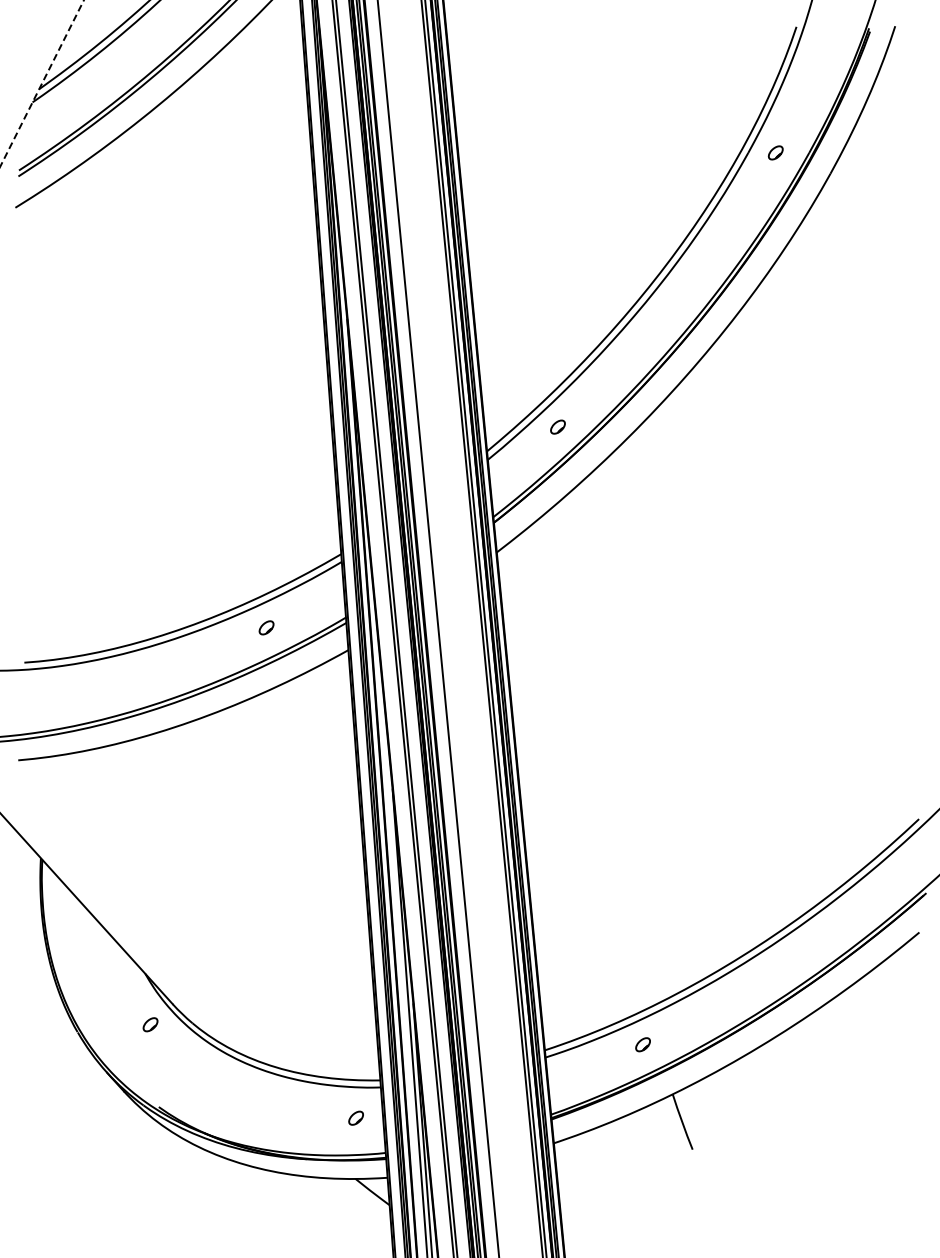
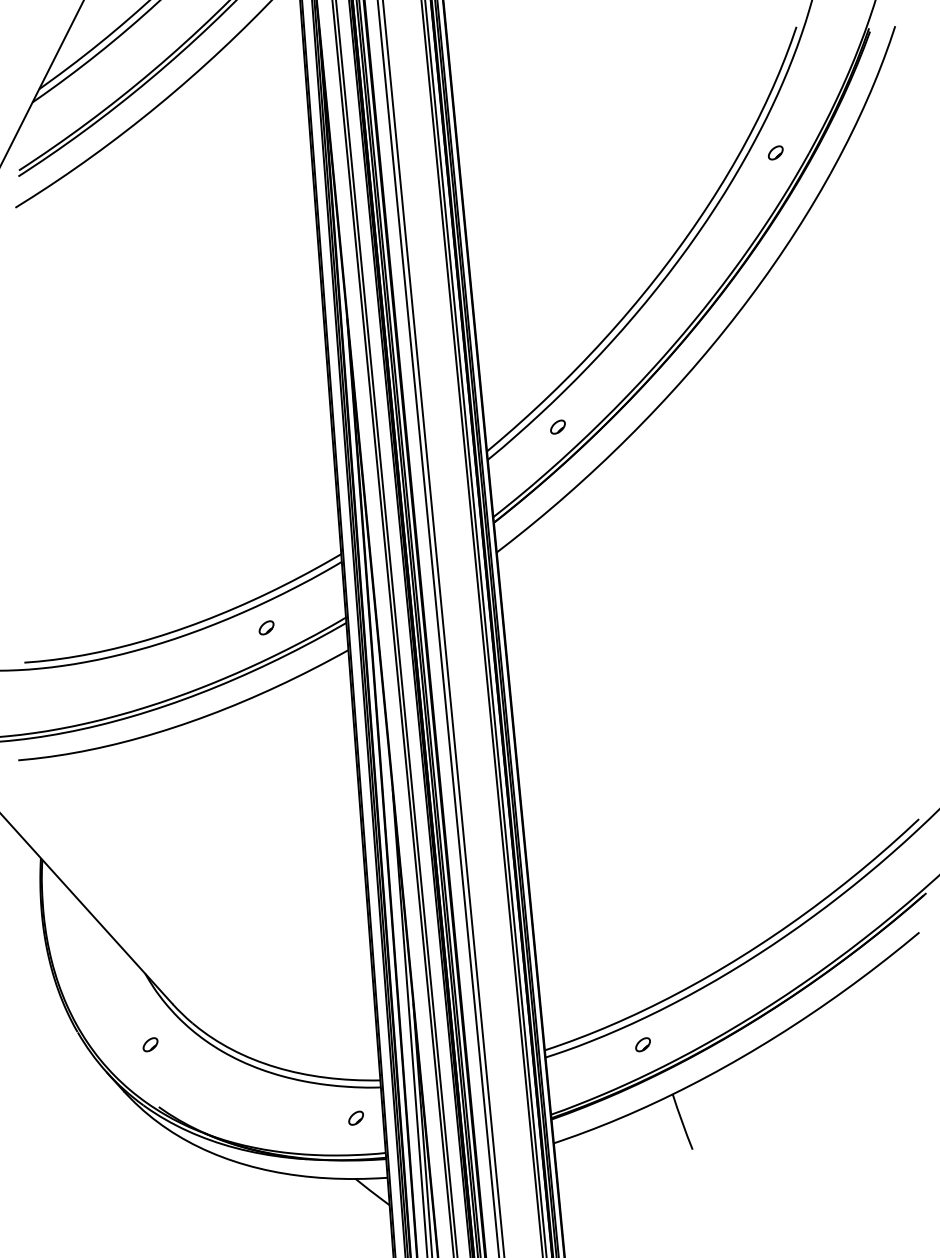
line at (42, 82): dashed -> solid
line at (443, 628): none -> present
part at (150, 1024) position: (150, 1024) -> (150, 1044)
